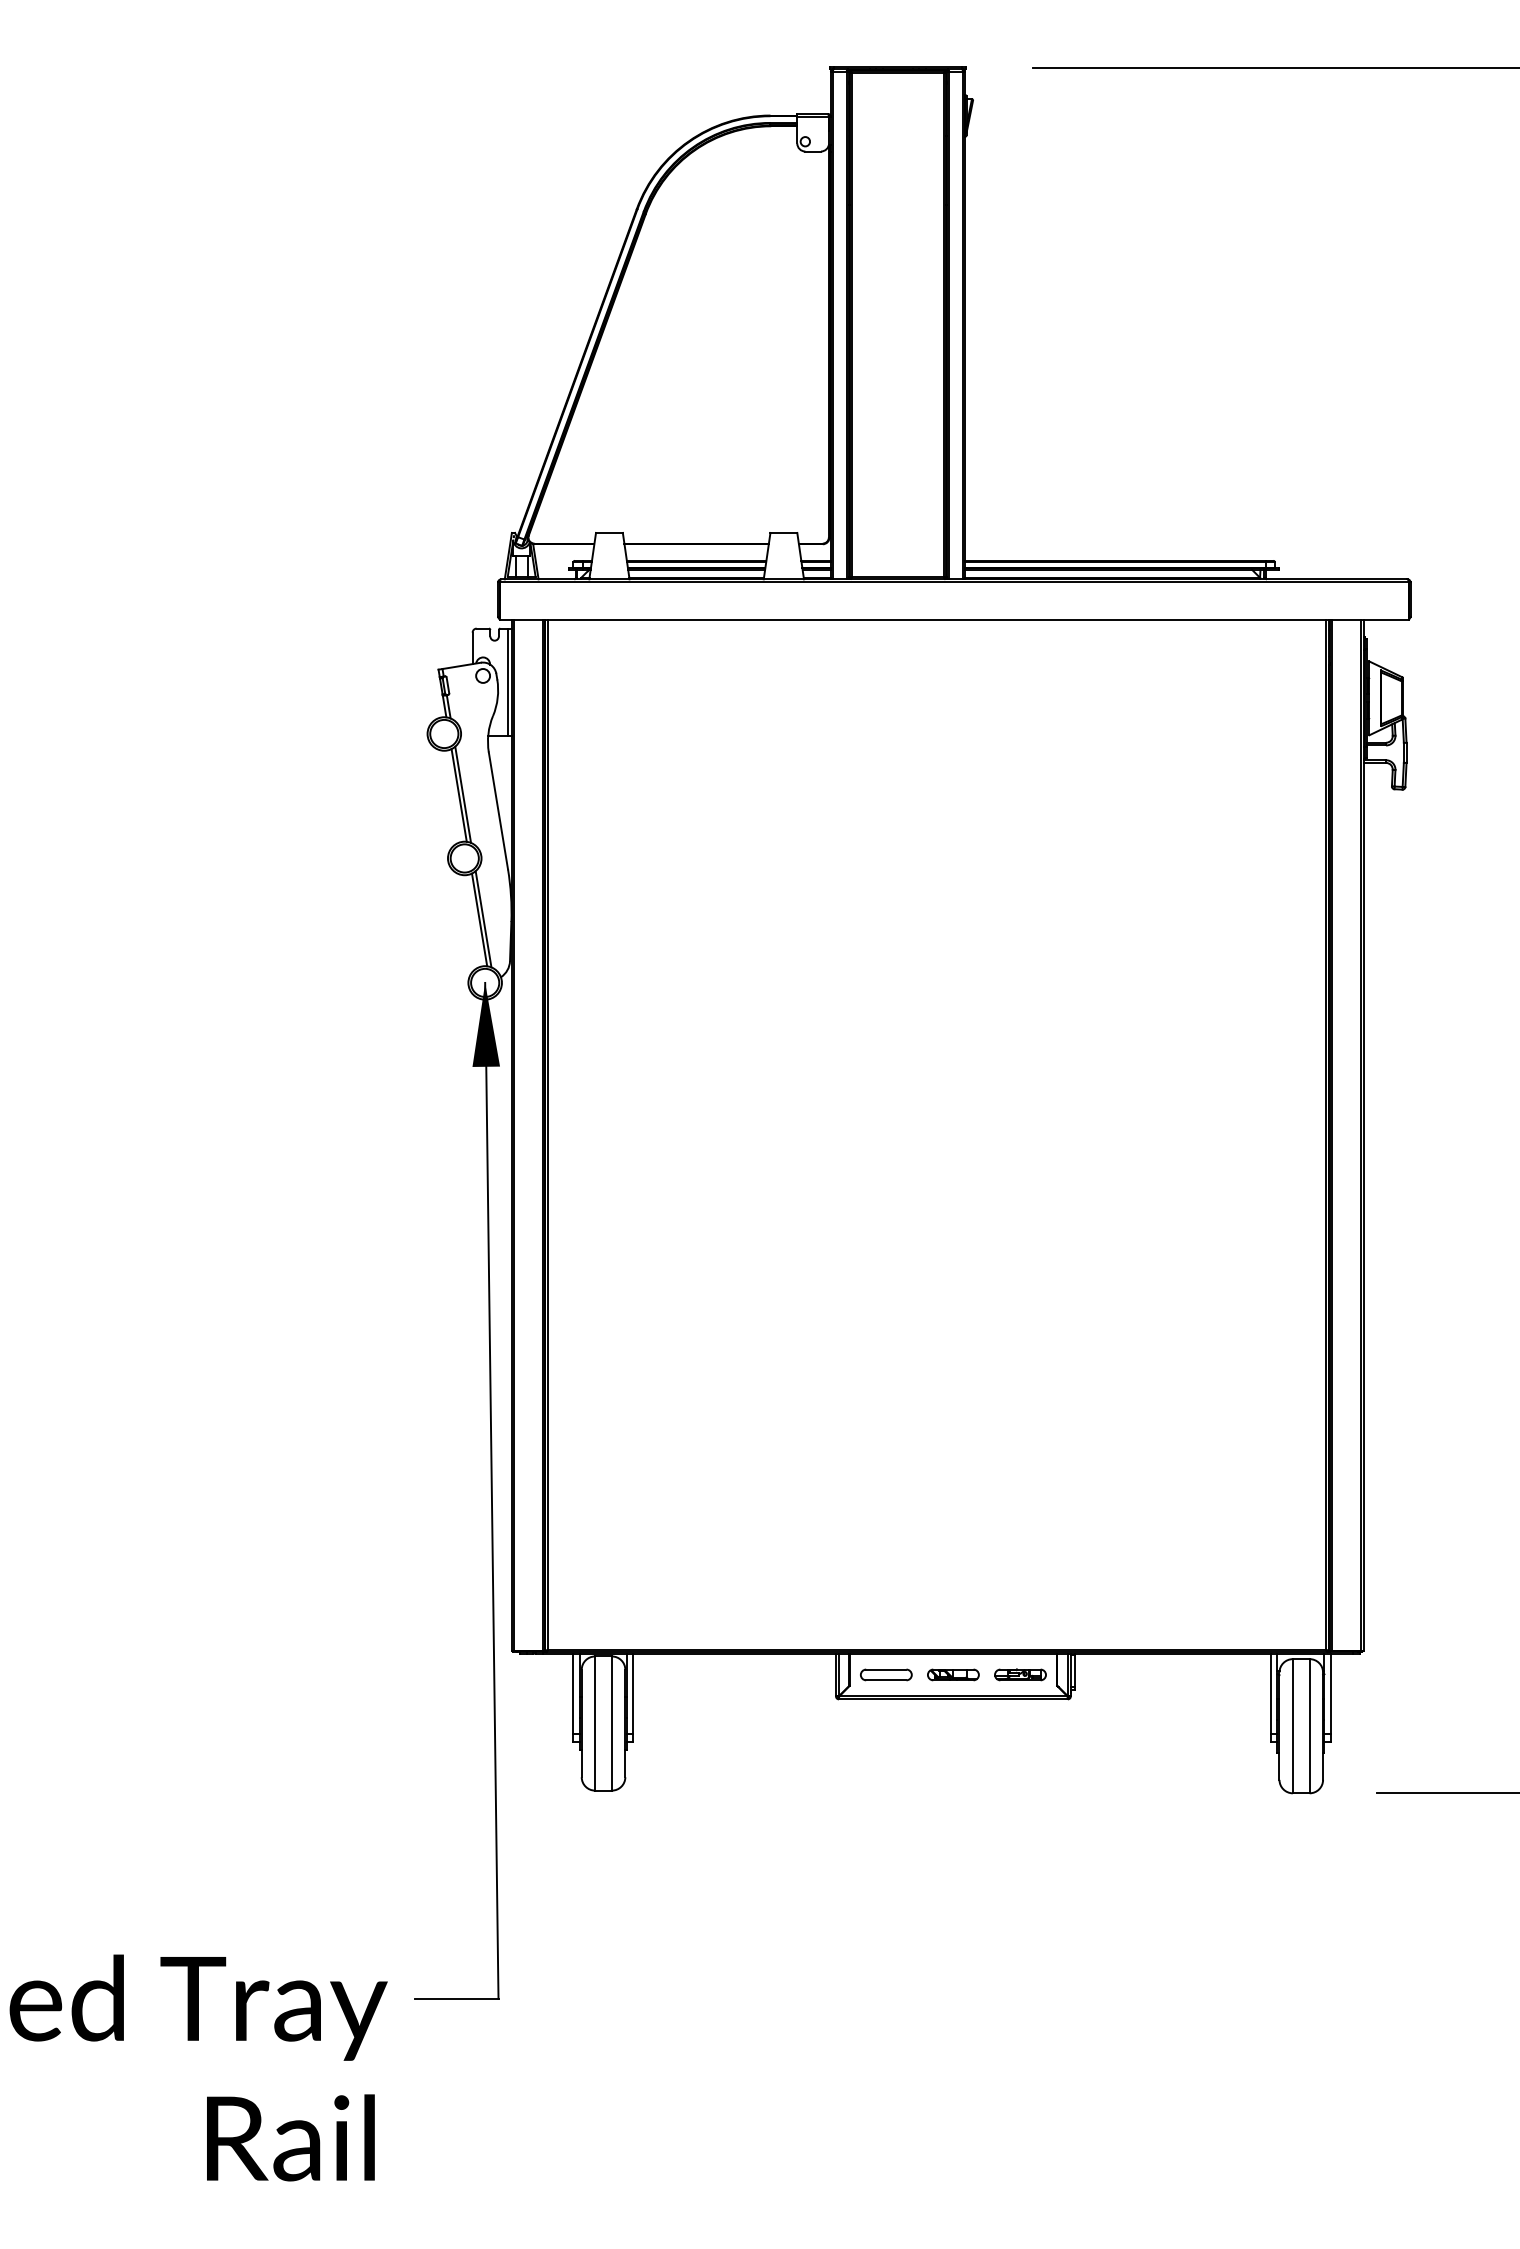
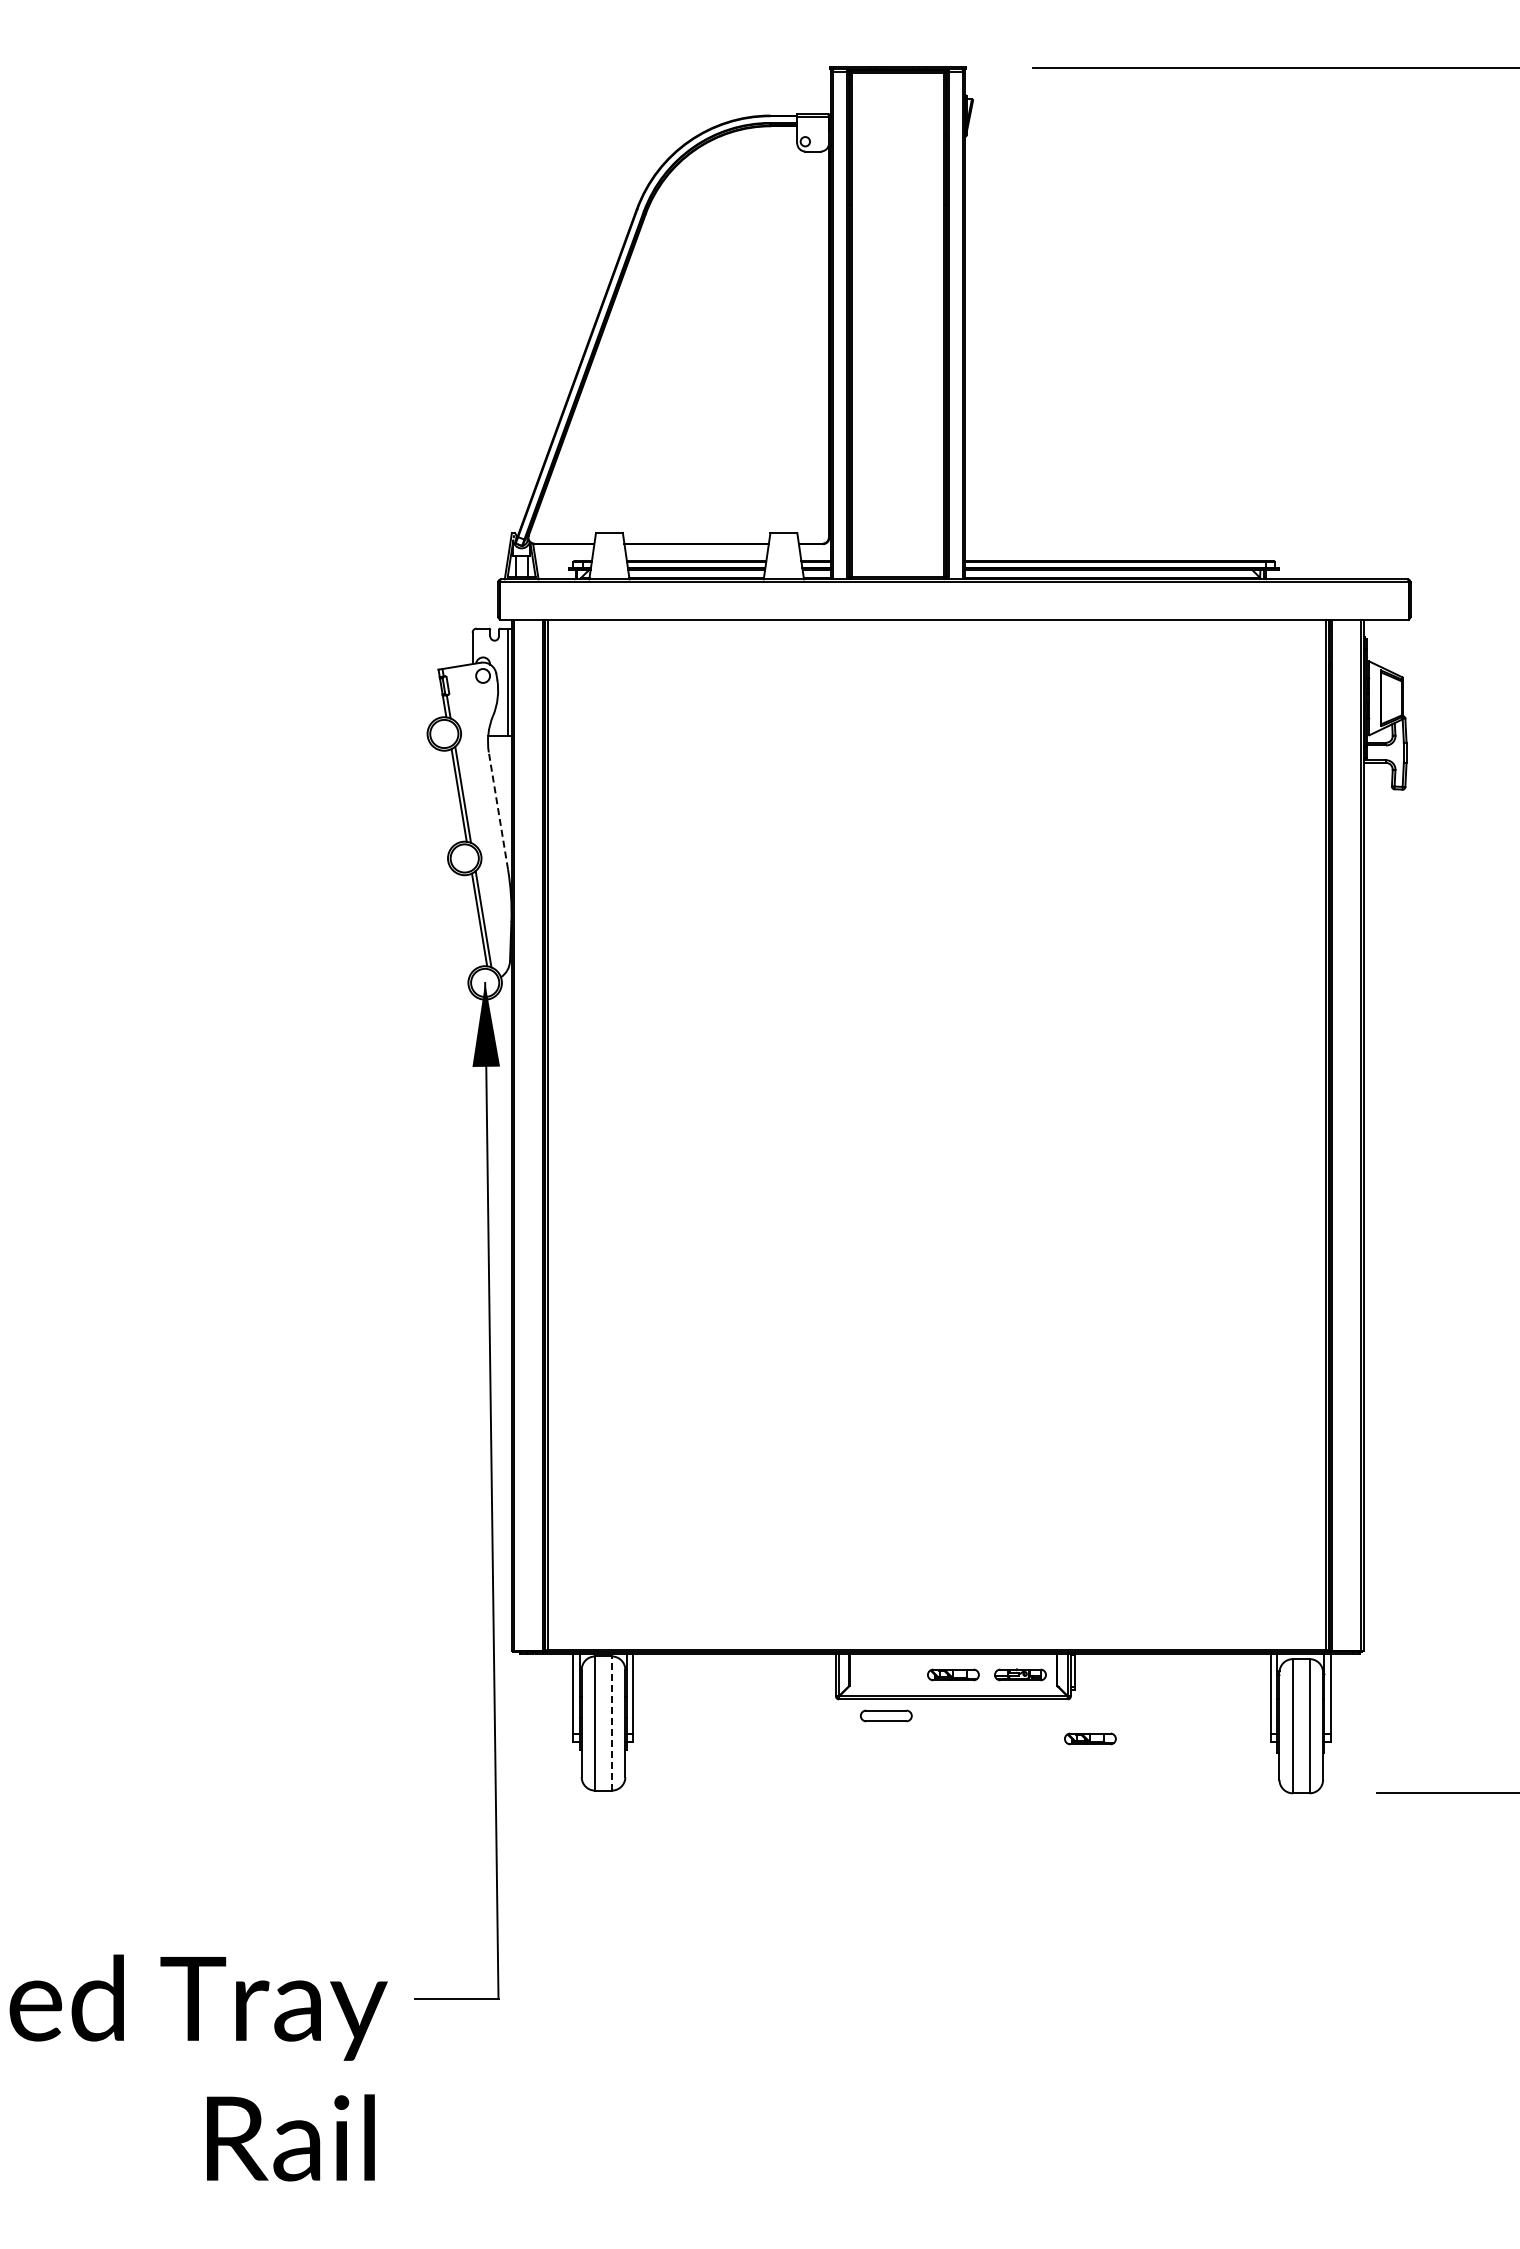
line at (498, 810): solid -> dashed
part at (886, 1674) position: (886, 1674) -> (886, 1715)
line at (611, 1723): solid -> dashed
part at (1090, 1738): none -> present
